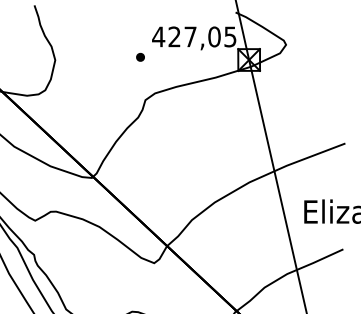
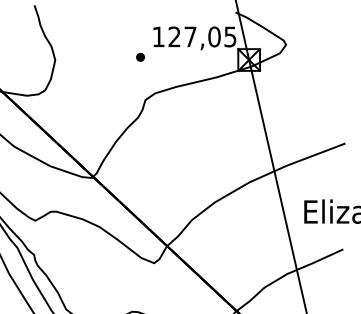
text at (158, 36): 427,05 -> 127,05
